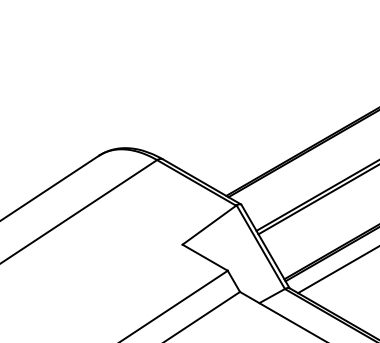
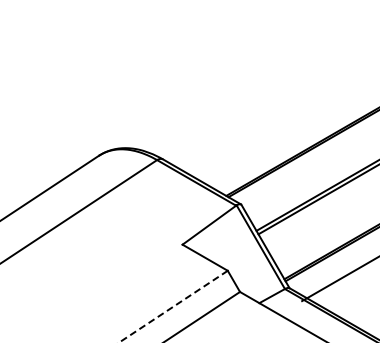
line at (337, 270) position: (337, 270) -> (339, 279)
line at (173, 306): solid -> dashed
